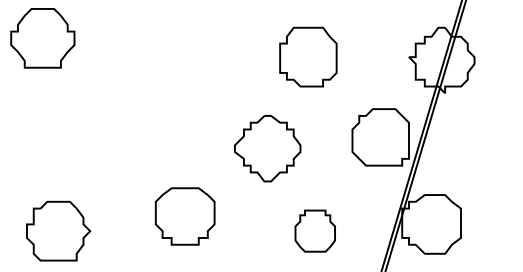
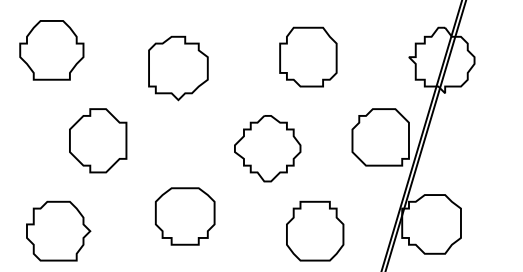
part at (42, 38) position: (42, 38) -> (51, 50)
part at (178, 68): none -> present
part at (98, 140): none -> present
part at (314, 230) size: 42x44 px -> 59x62 px
